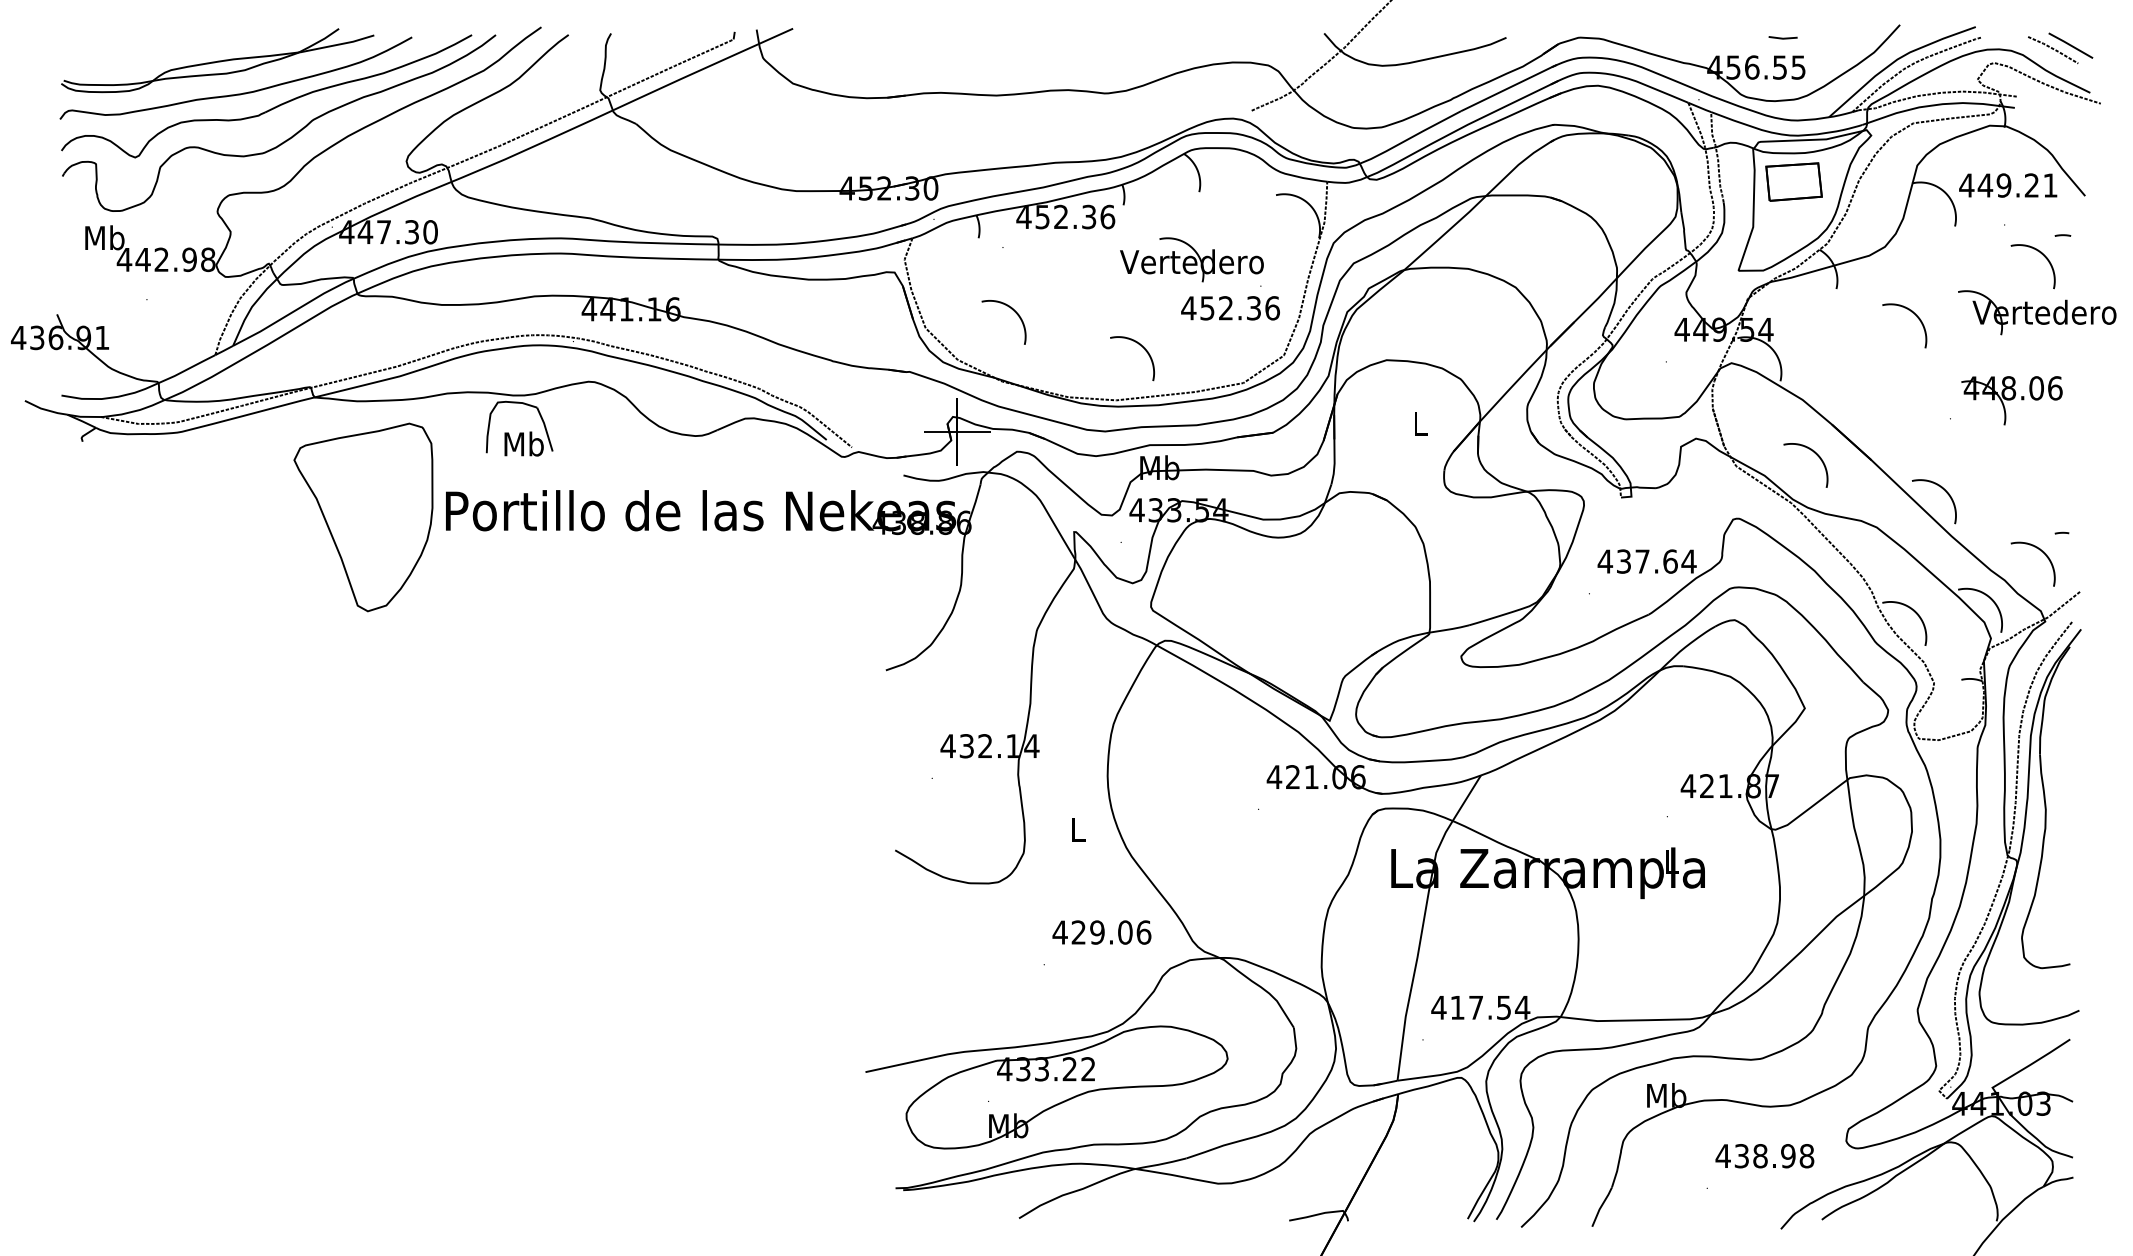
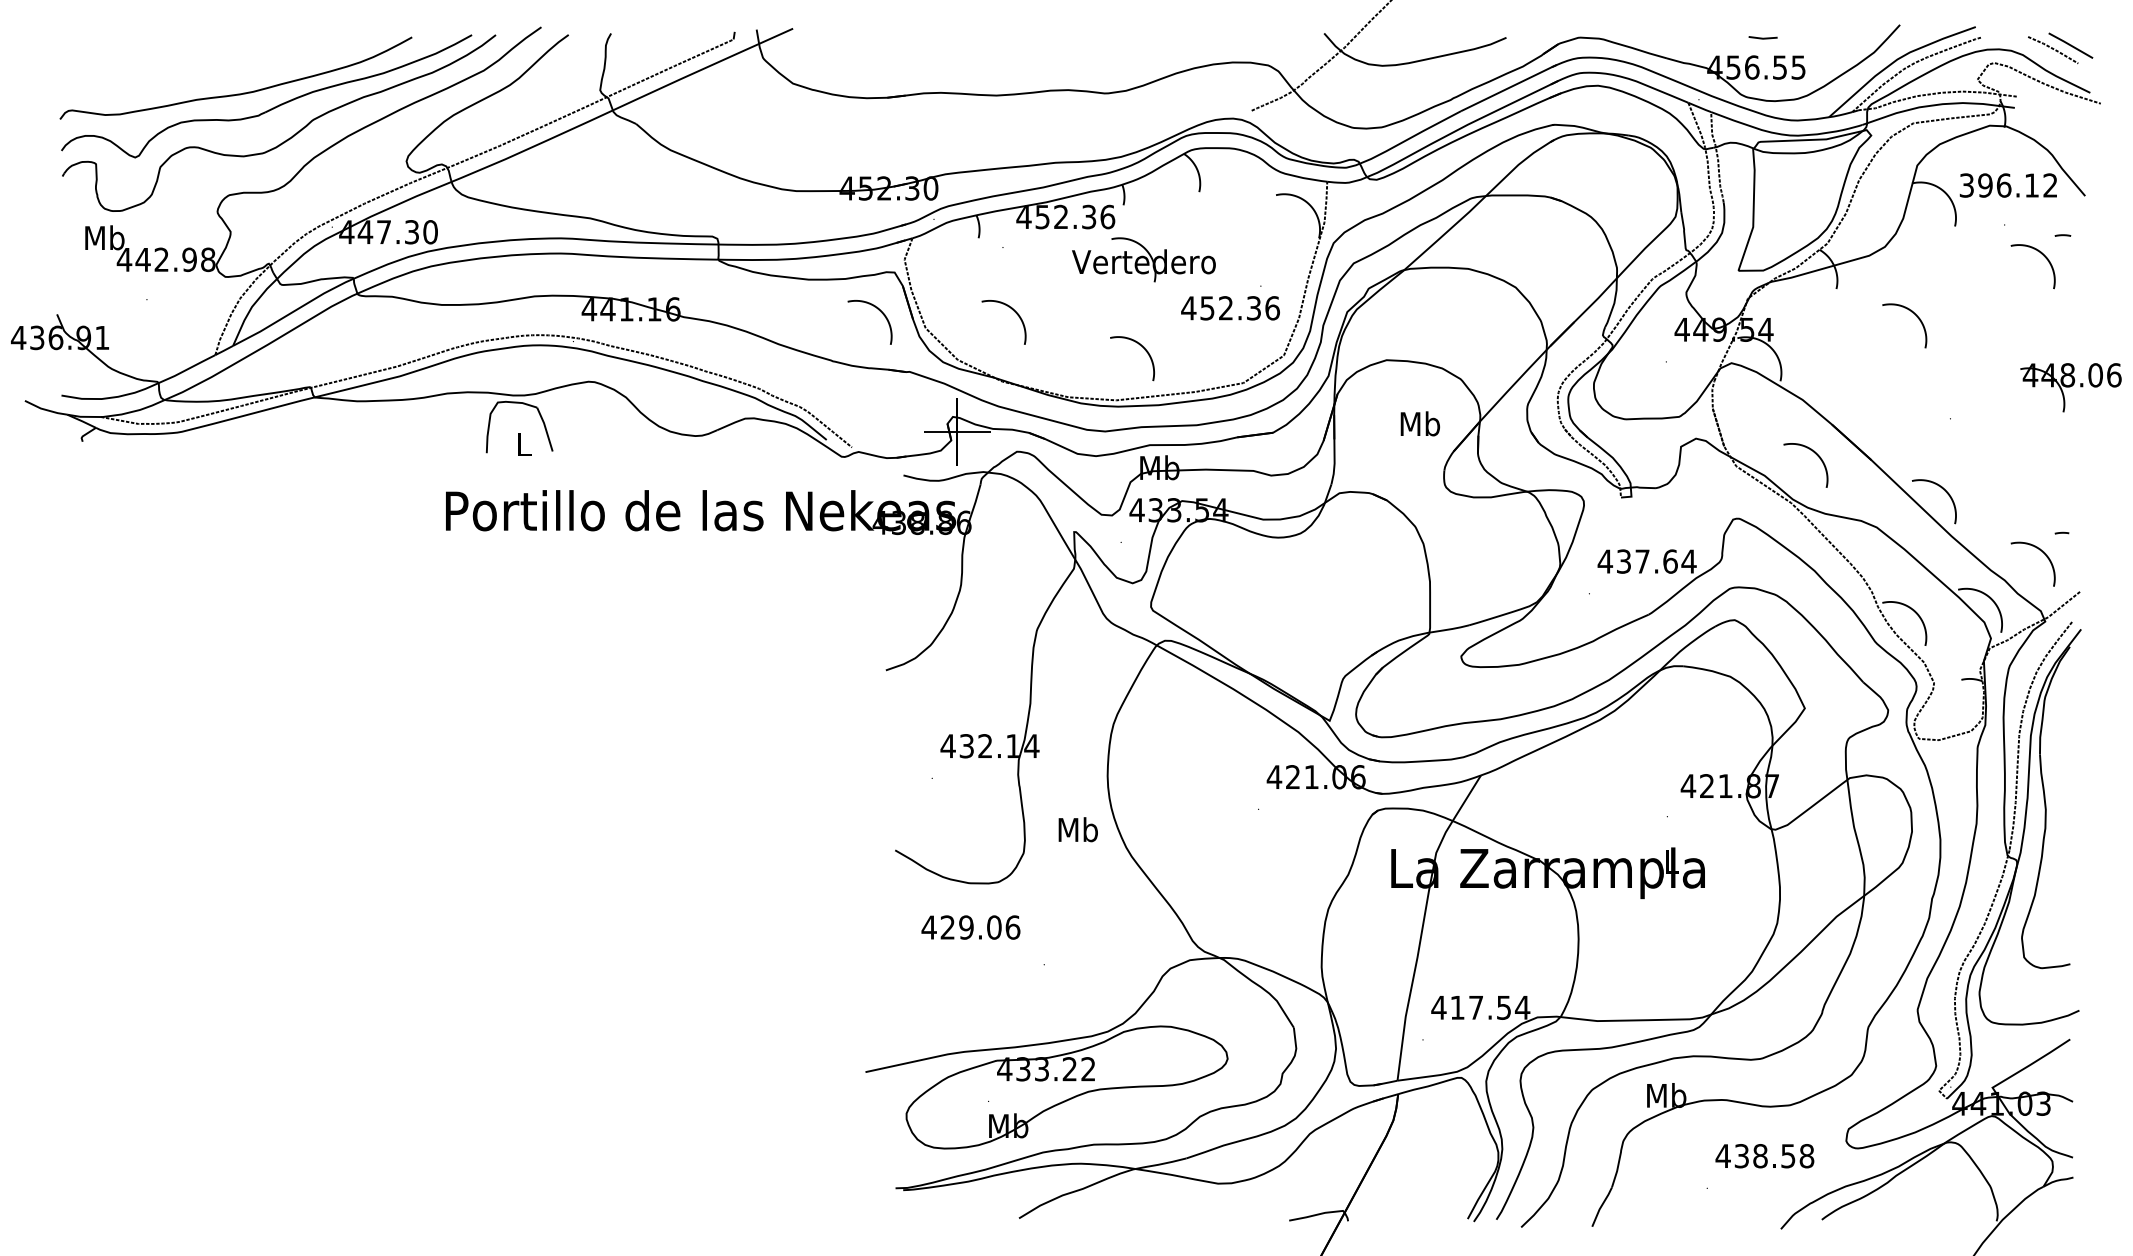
line at (1782, 37) position: (1782, 37) -> (1762, 37)
part at (217, 60): present -> none
part at (1793, 181): present -> none
text at (2008, 185): 449.21 -> 396.12
part at (1191, 259) position: (1191, 259) -> (1143, 259)
curve at (878, 310): none -> present
part at (2037, 312): present -> none
part at (2011, 400) position: (2011, 400) -> (2070, 387)
text at (1420, 423): L -> Mb
text at (523, 443): Mb -> L
part at (363, 517): present -> none
text at (1077, 829): L -> Mb
text at (1101, 932) position: (1101, 932) -> (970, 927)
text at (1788, 1156): 438.98 -> 438.58
